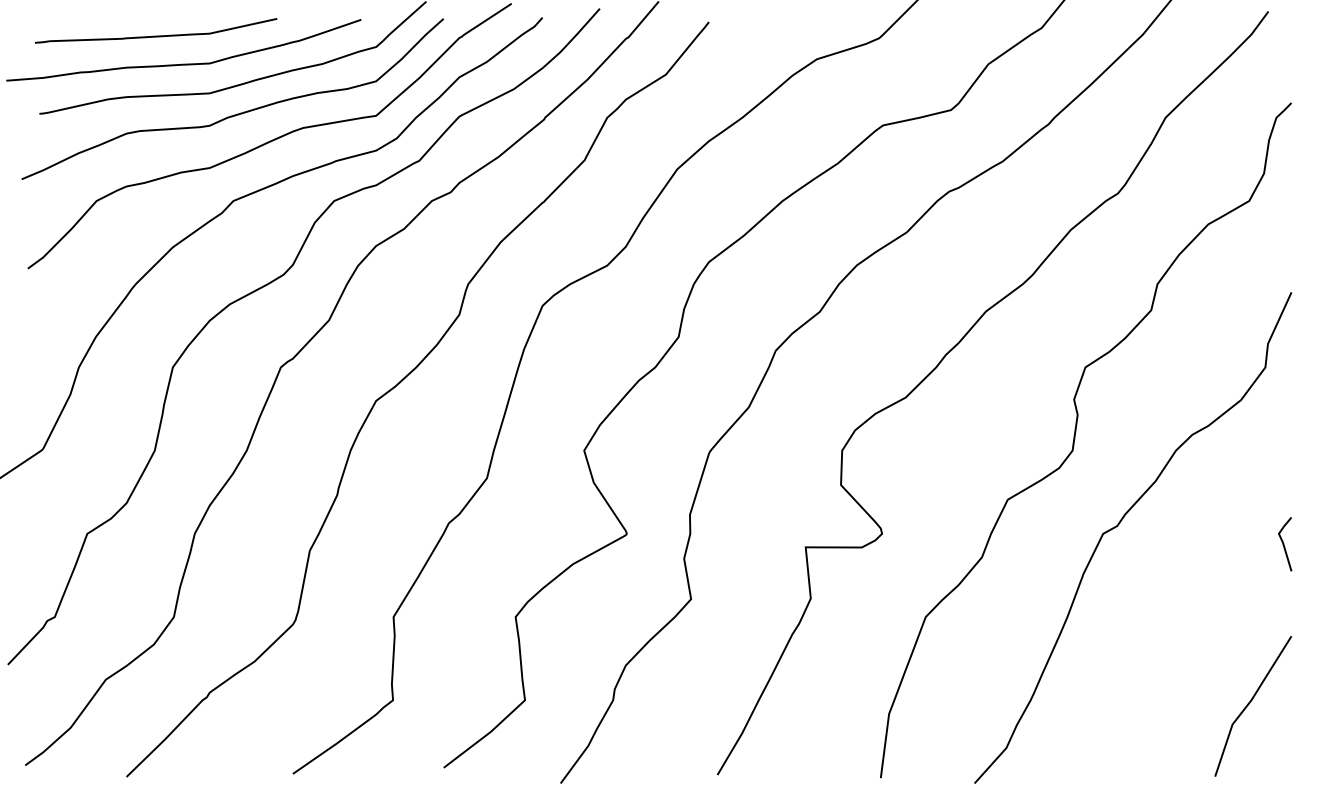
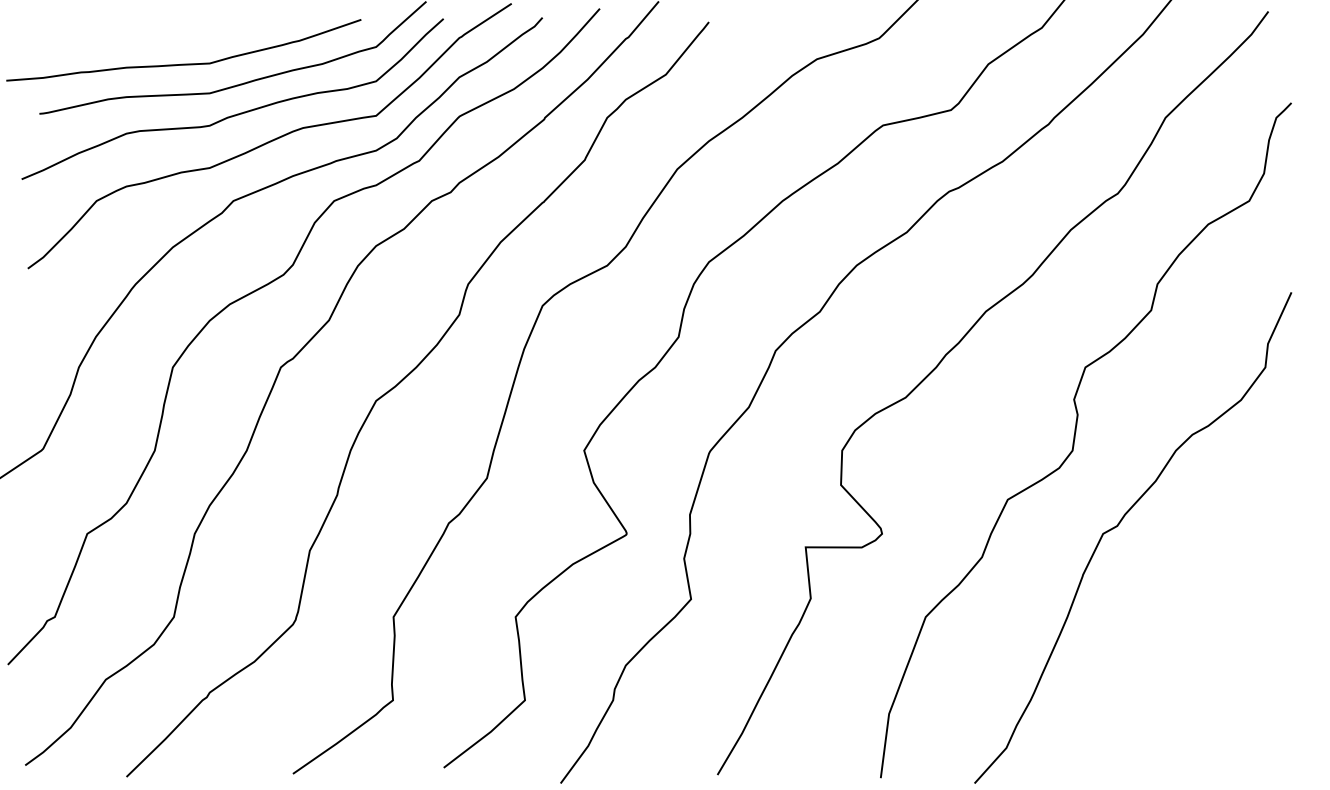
curve at (156, 35): present -> none
line at (1284, 544): present -> none
line at (1250, 703): present -> none
